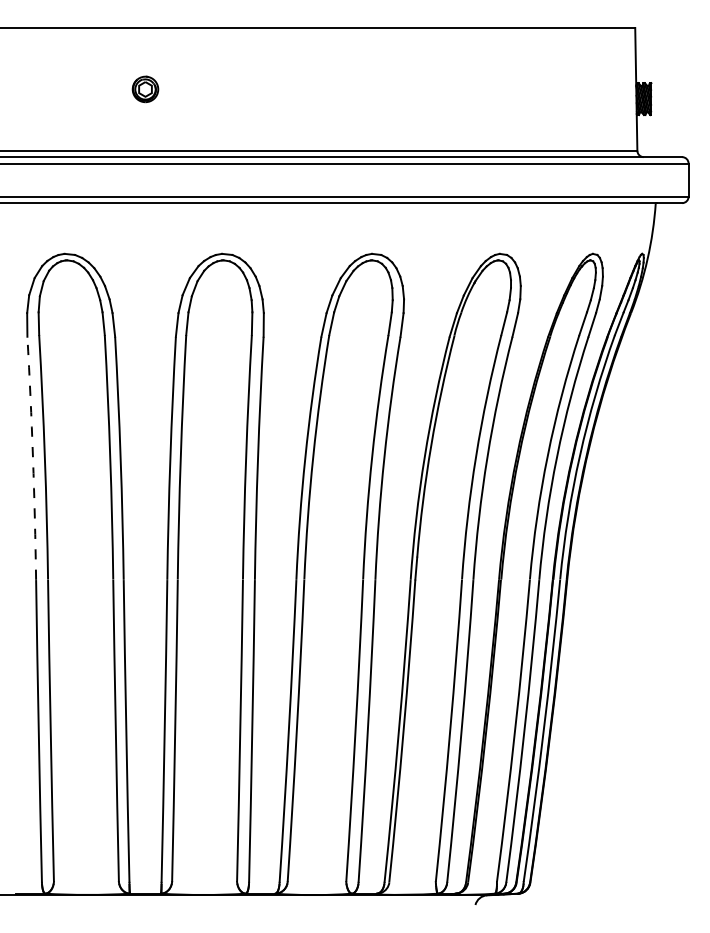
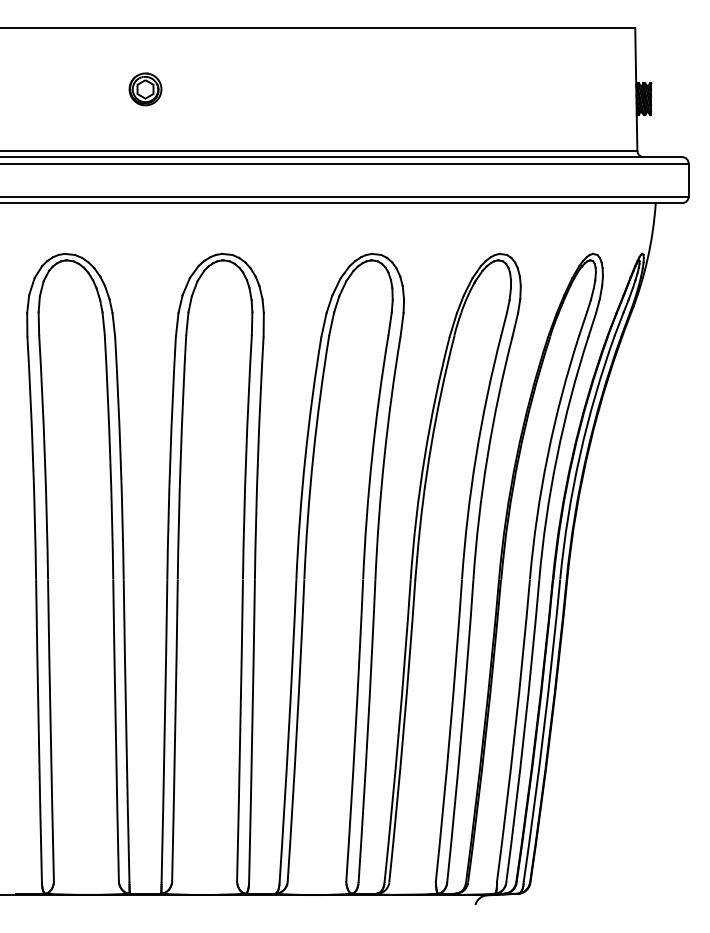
part at (145, 89) size: 29x29 px -> 35x35 px
arc at (33, 458): dashed -> solid
